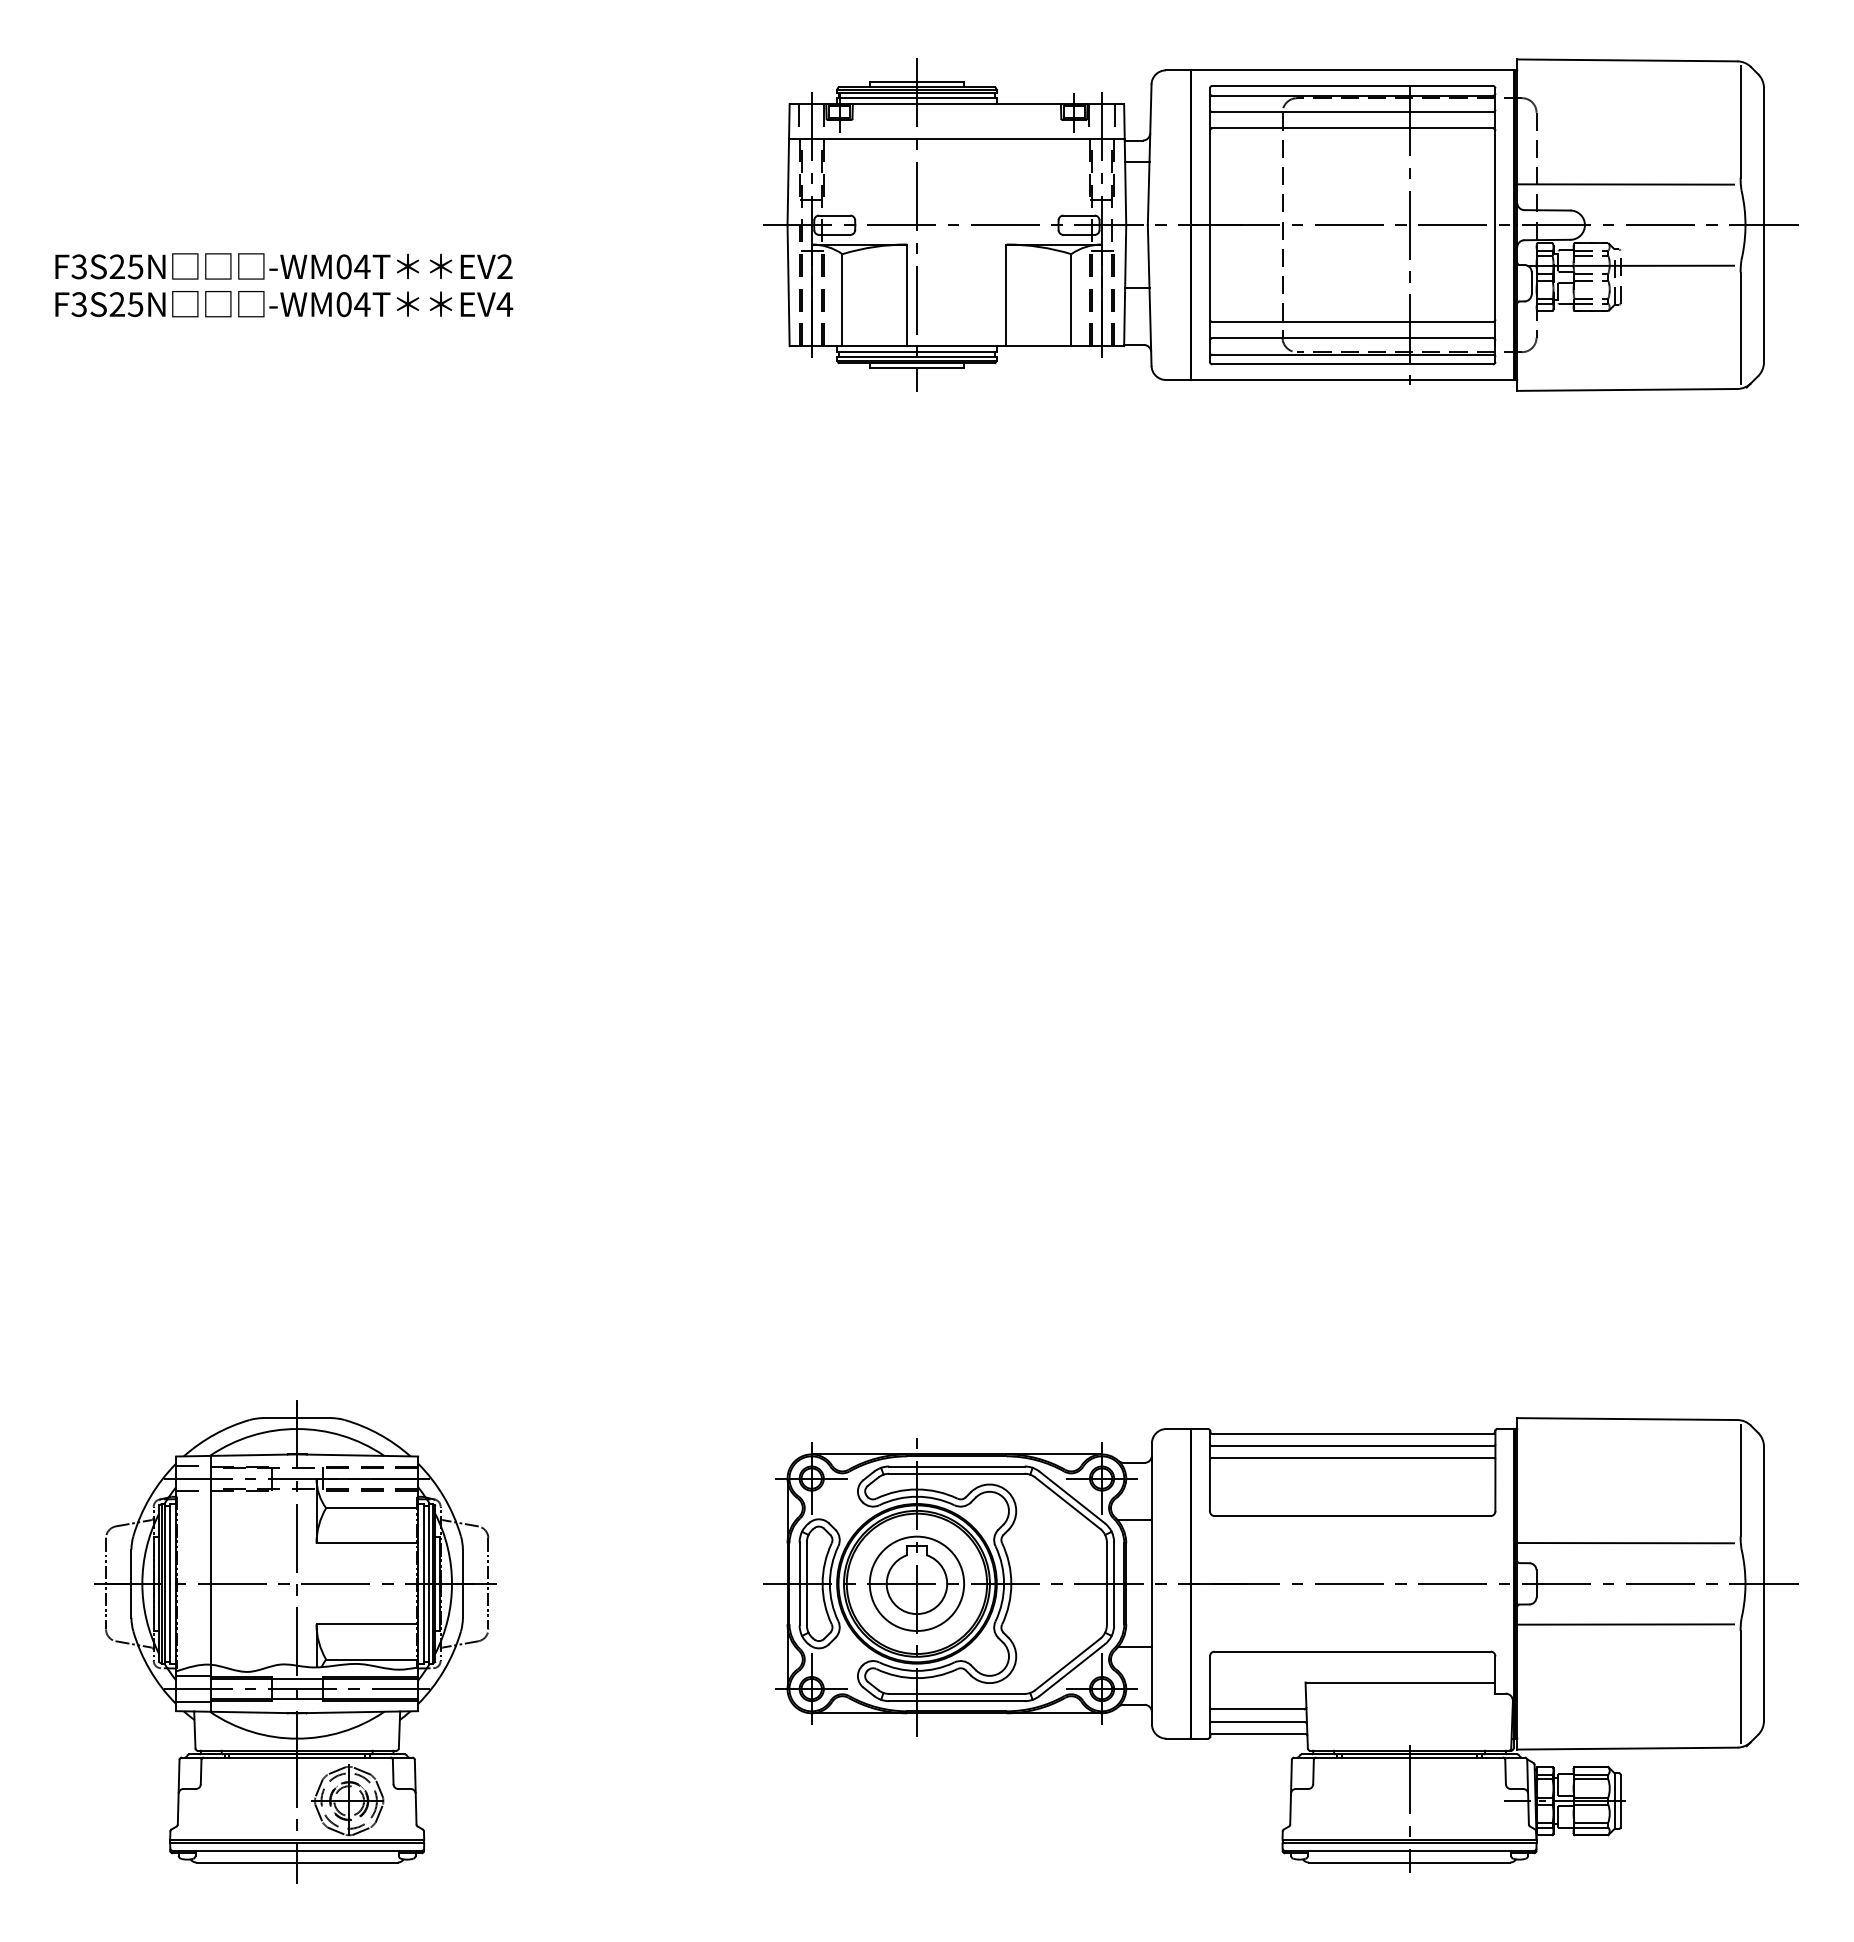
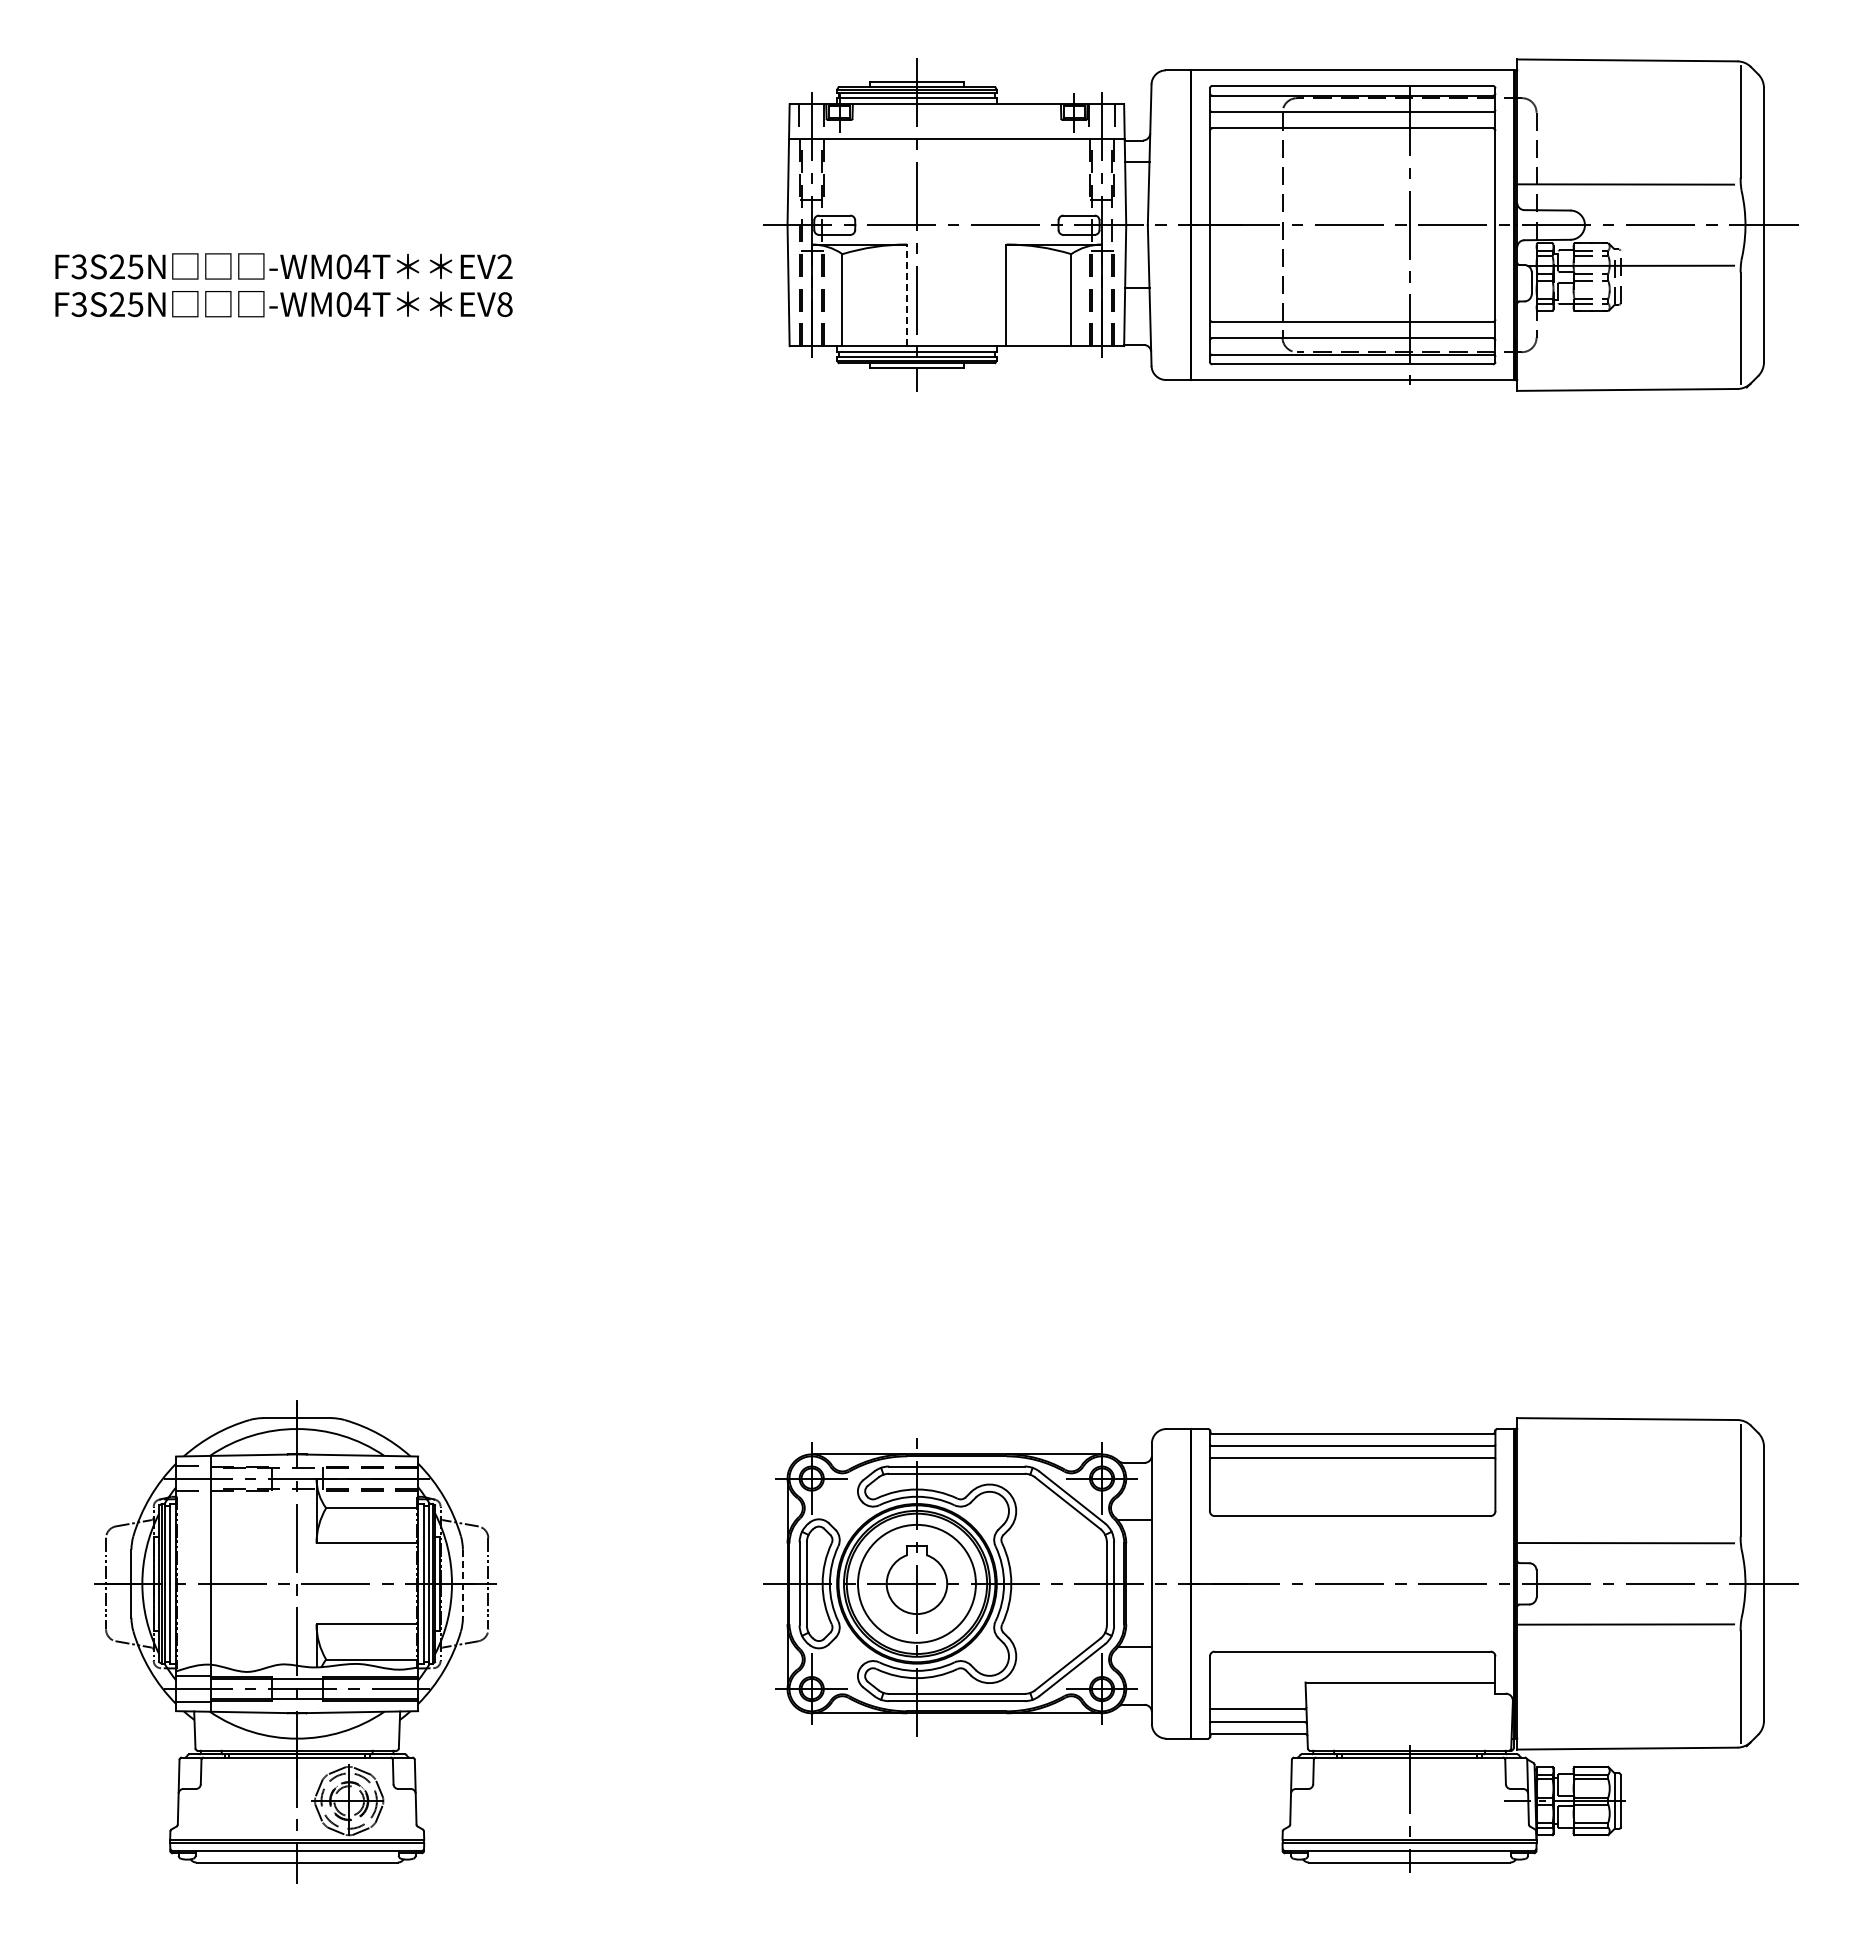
line at (907, 295): solid -> dashed
text at (504, 304): EV4 -> EV8
circle at (916, 1583) diameter: 94 px -> 118 px
line at (462, 1584): solid -> dashed
